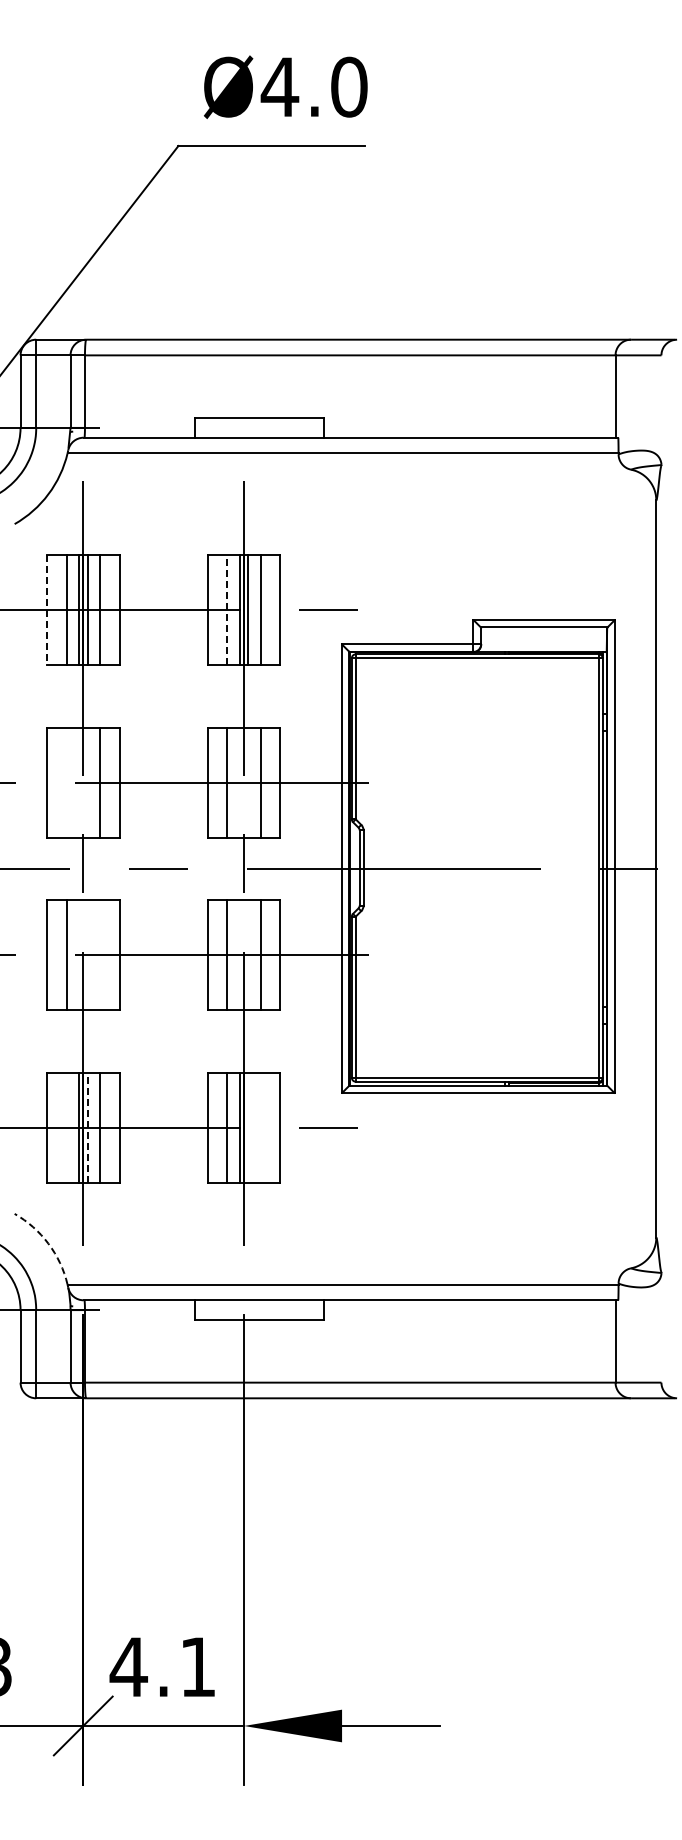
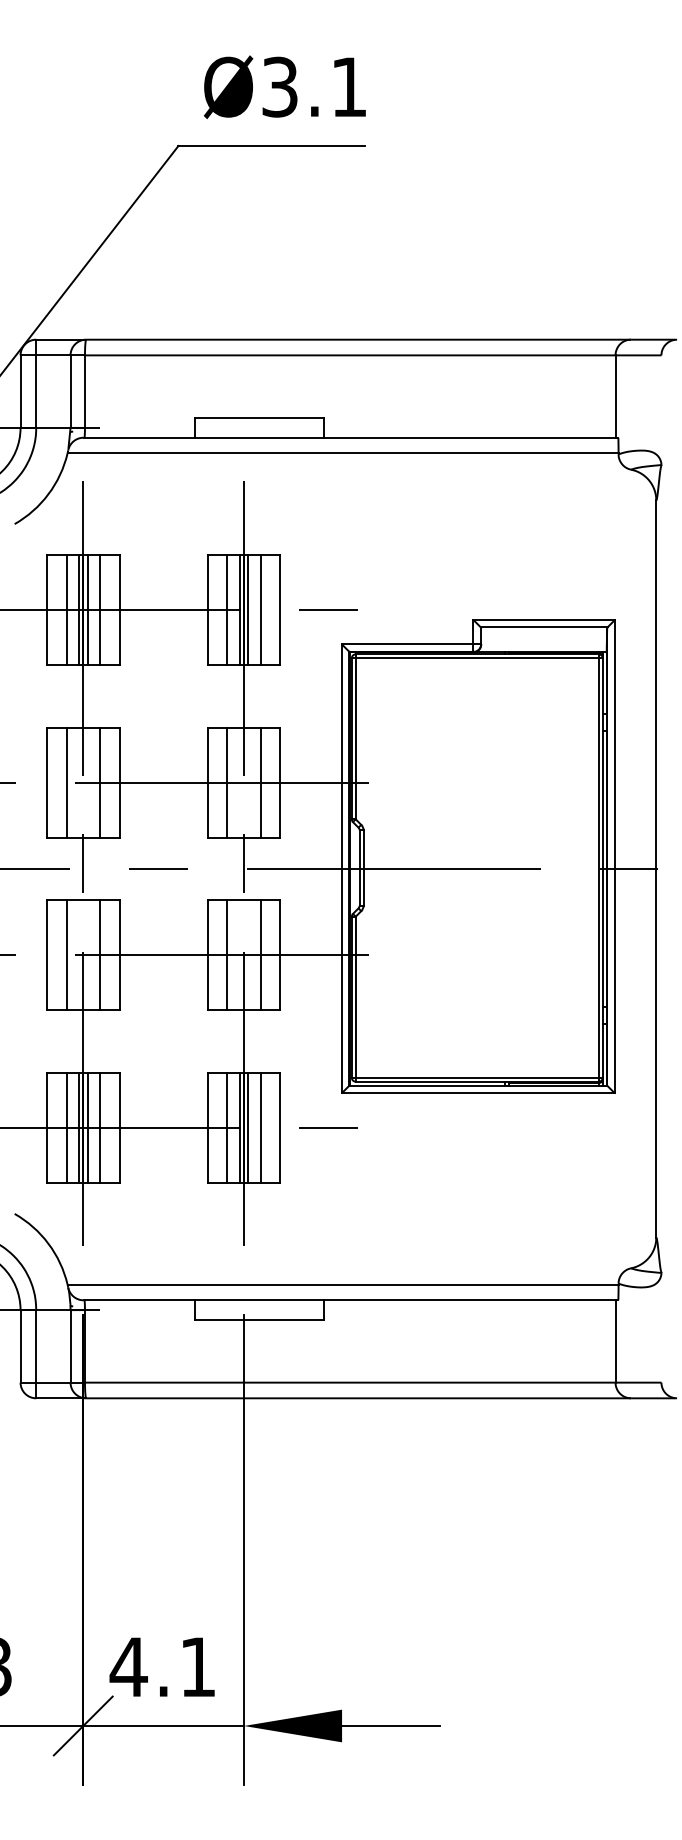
text at (313, 86): Ø4.0 -> Ø3.1
line at (47, 610): dashed -> solid
line at (227, 610): dashed -> solid
line at (66, 782): none -> present
line at (99, 955): none -> present
line at (66, 1127): none -> present
line at (87, 1127): dashed -> solid
line at (248, 1127): none -> present
line at (260, 1127): none -> present
arc at (48, 1243): dashed -> solid
